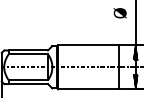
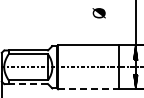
text at (119, 13) position: (119, 13) -> (98, 13)
line at (28, 84): solid -> dashed
line at (88, 89): solid -> dashed
